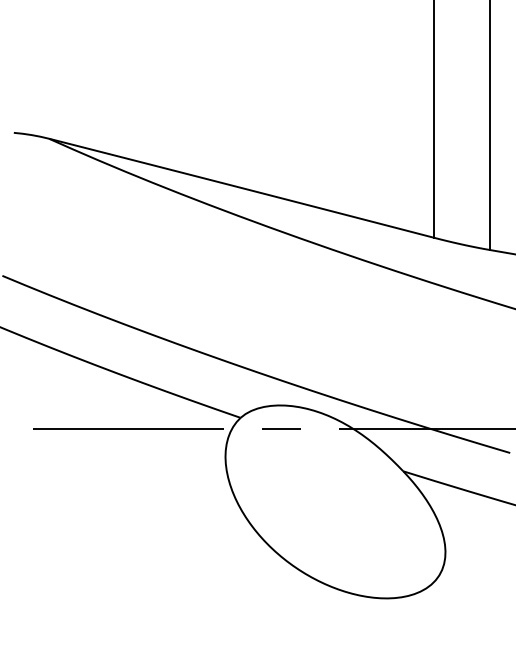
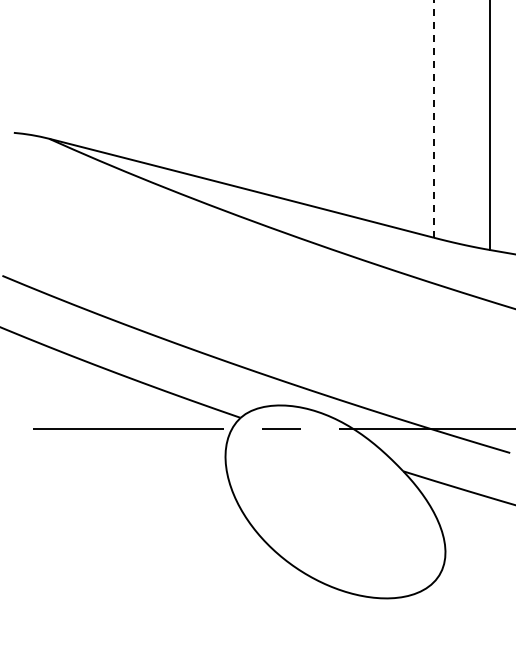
line at (433, 118): solid -> dashed
